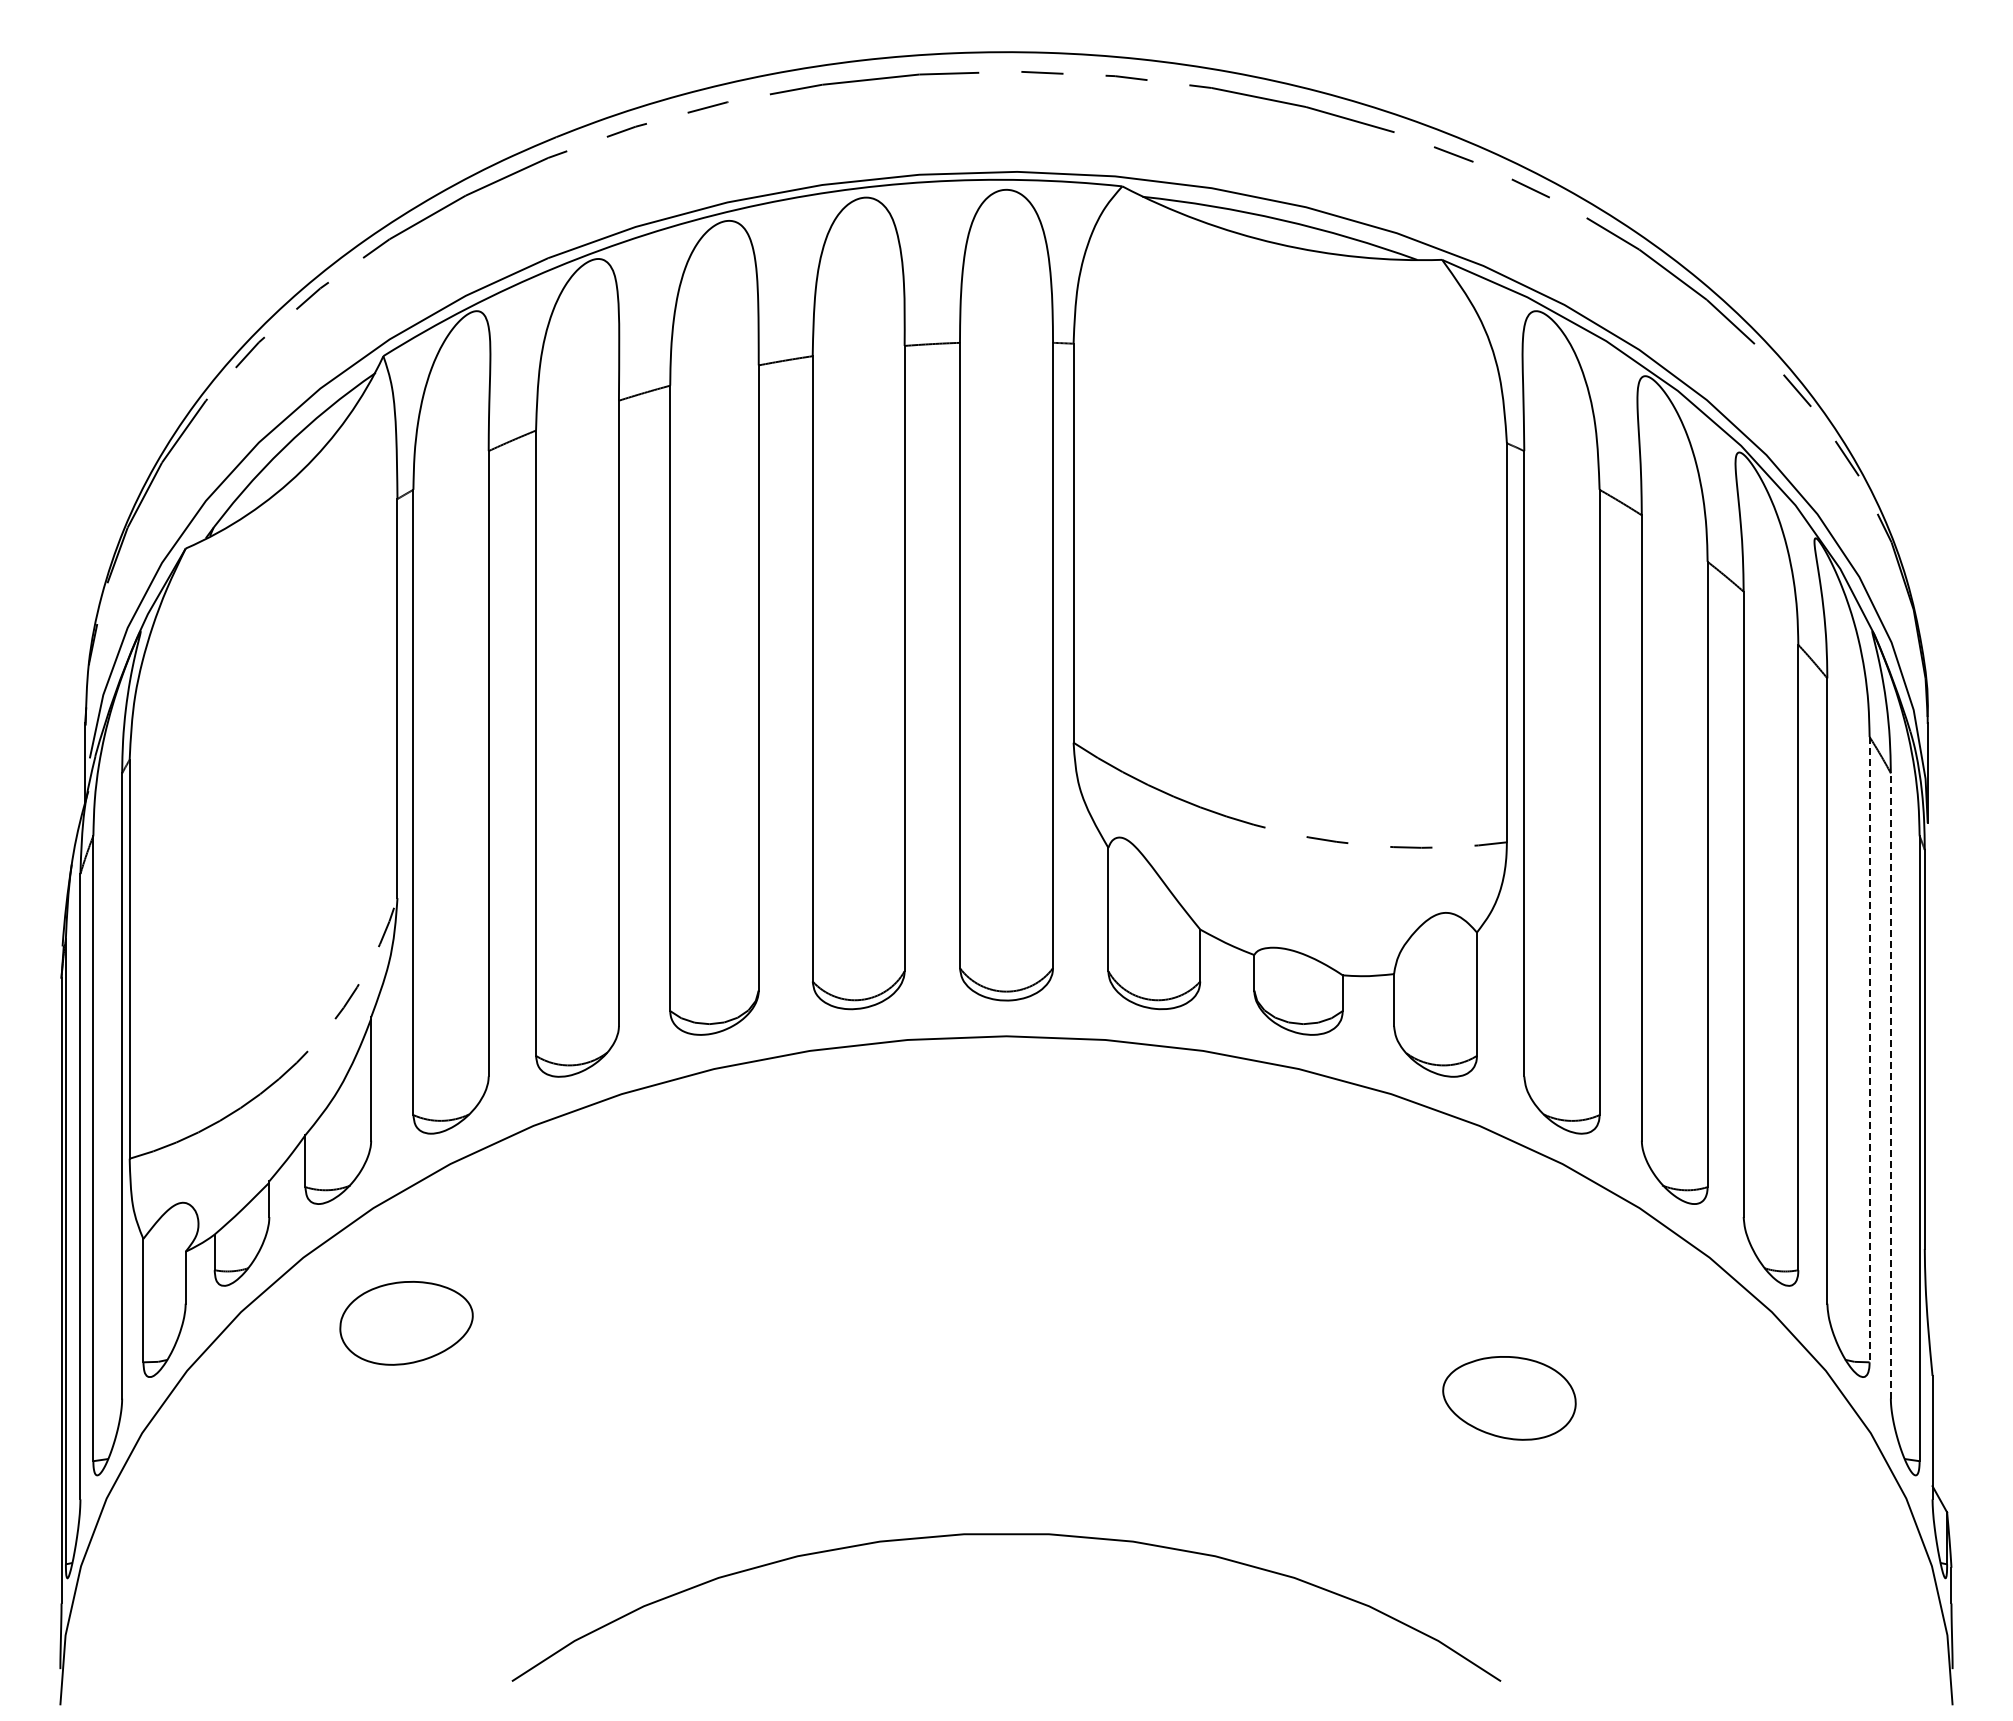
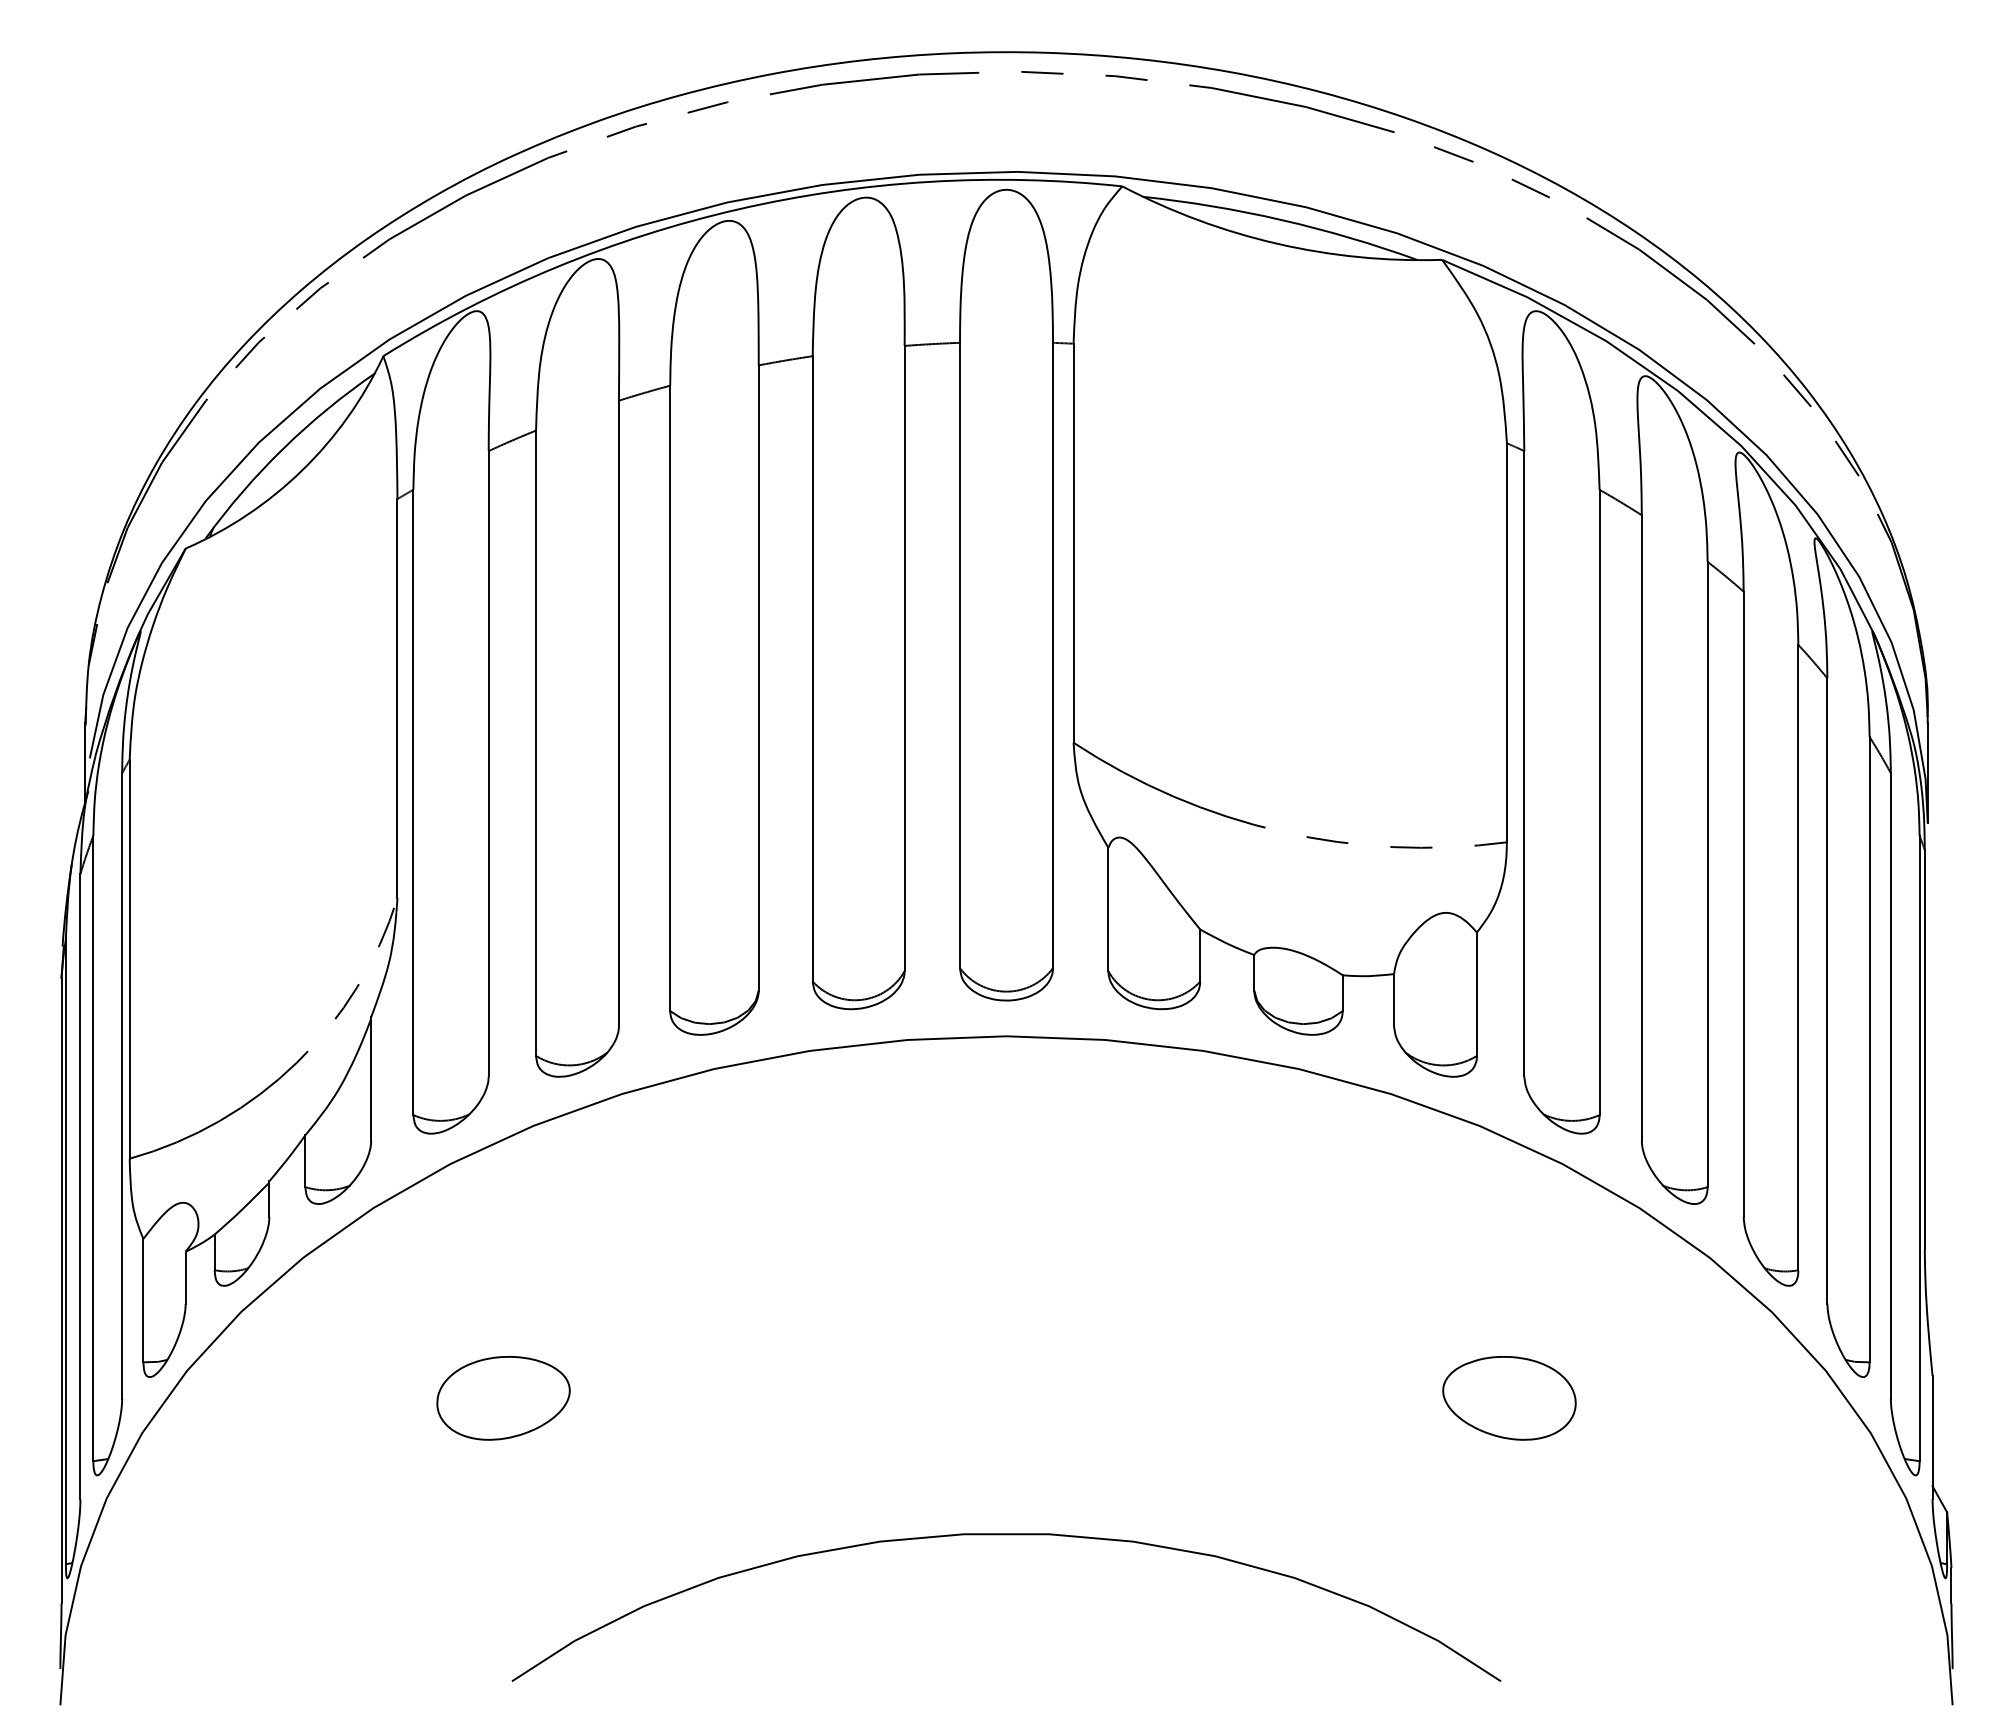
line at (1869, 1049): dashed -> solid
line at (1890, 1085): dashed -> solid
part at (406, 1323) position: (406, 1323) -> (503, 1398)
